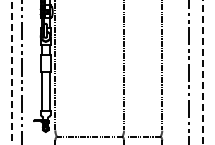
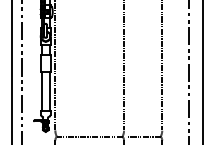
line at (12, 72): dashed -> solid
line at (203, 72): dashed -> solid
